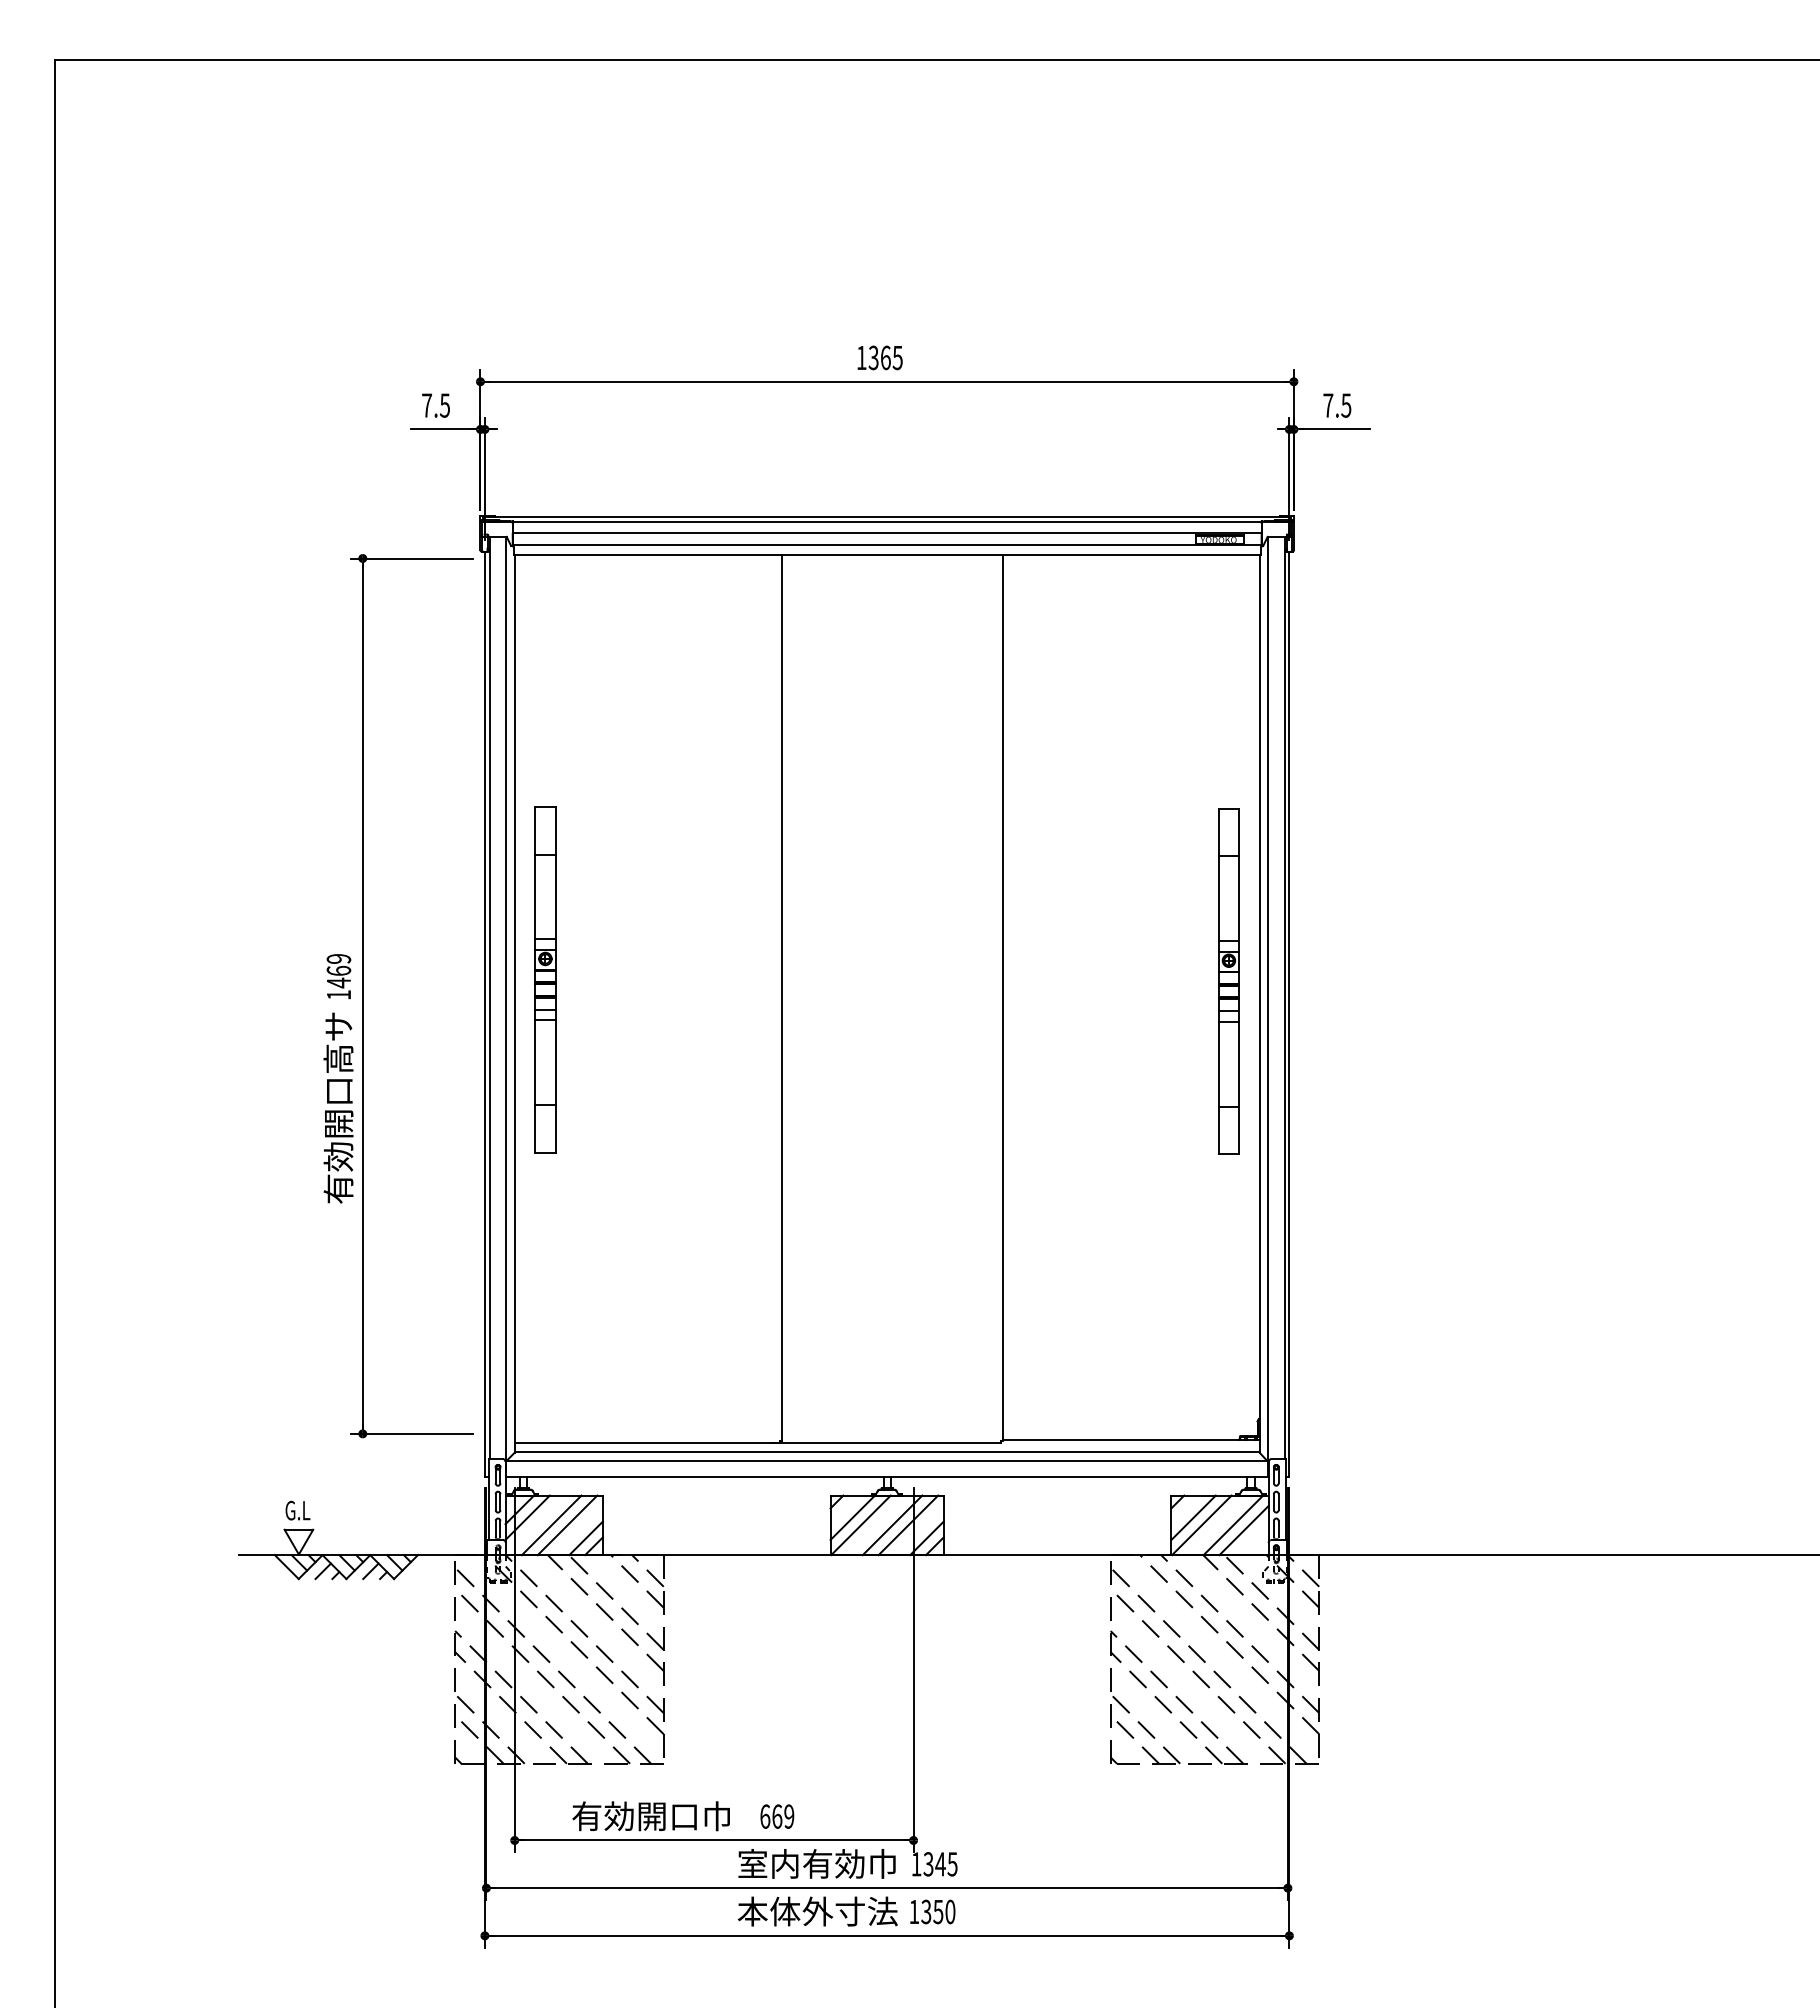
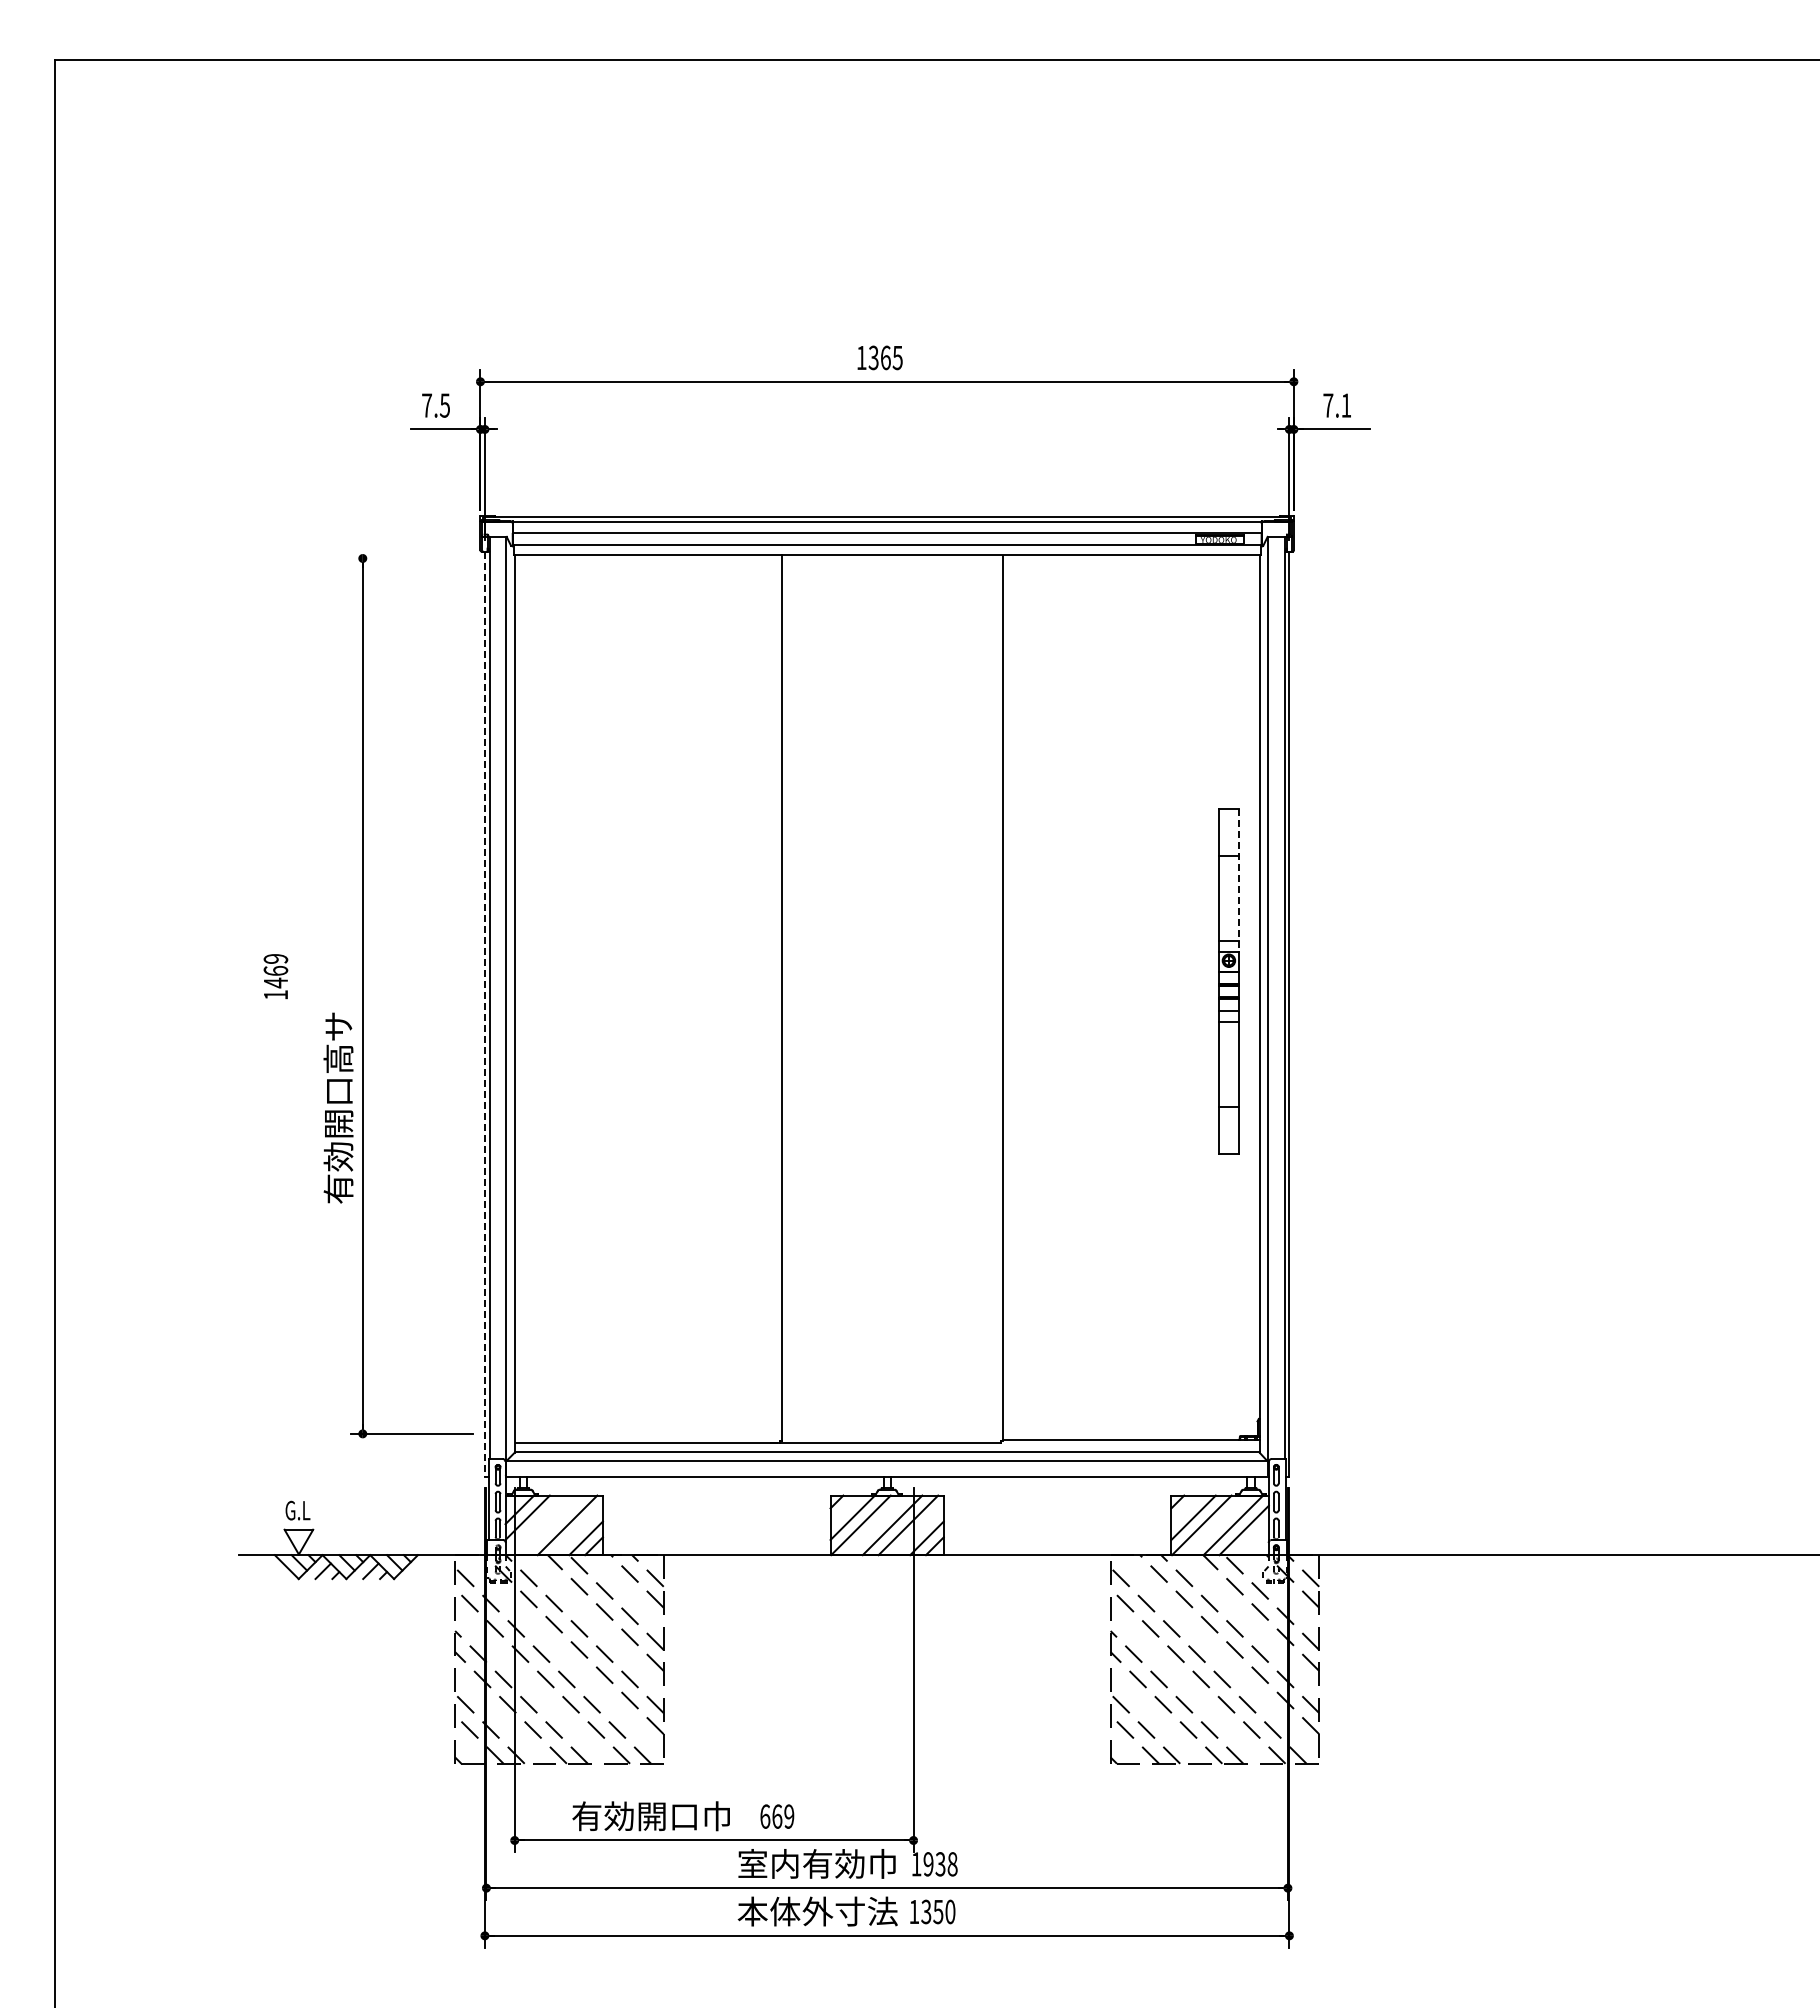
text at (1346, 405): 7.5 -> 7.1
line at (411, 558): present -> none
line at (1239, 880): solid -> dashed
text at (338, 976) position: (338, 976) -> (275, 976)
part at (545, 979): present -> none
line at (484, 1014): solid -> dashed
line at (551, 1525): present -> none
text at (940, 1864): 1345 -> 1938
